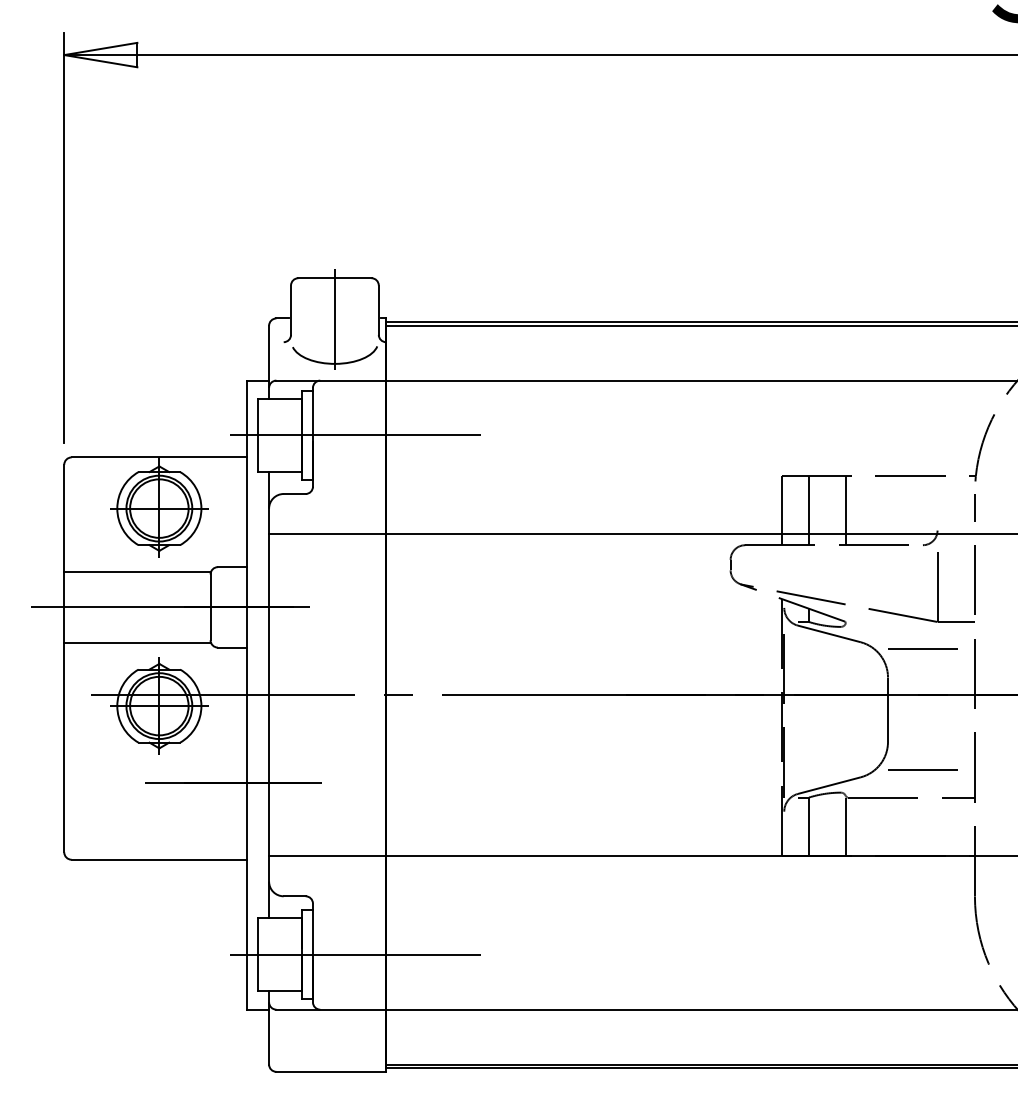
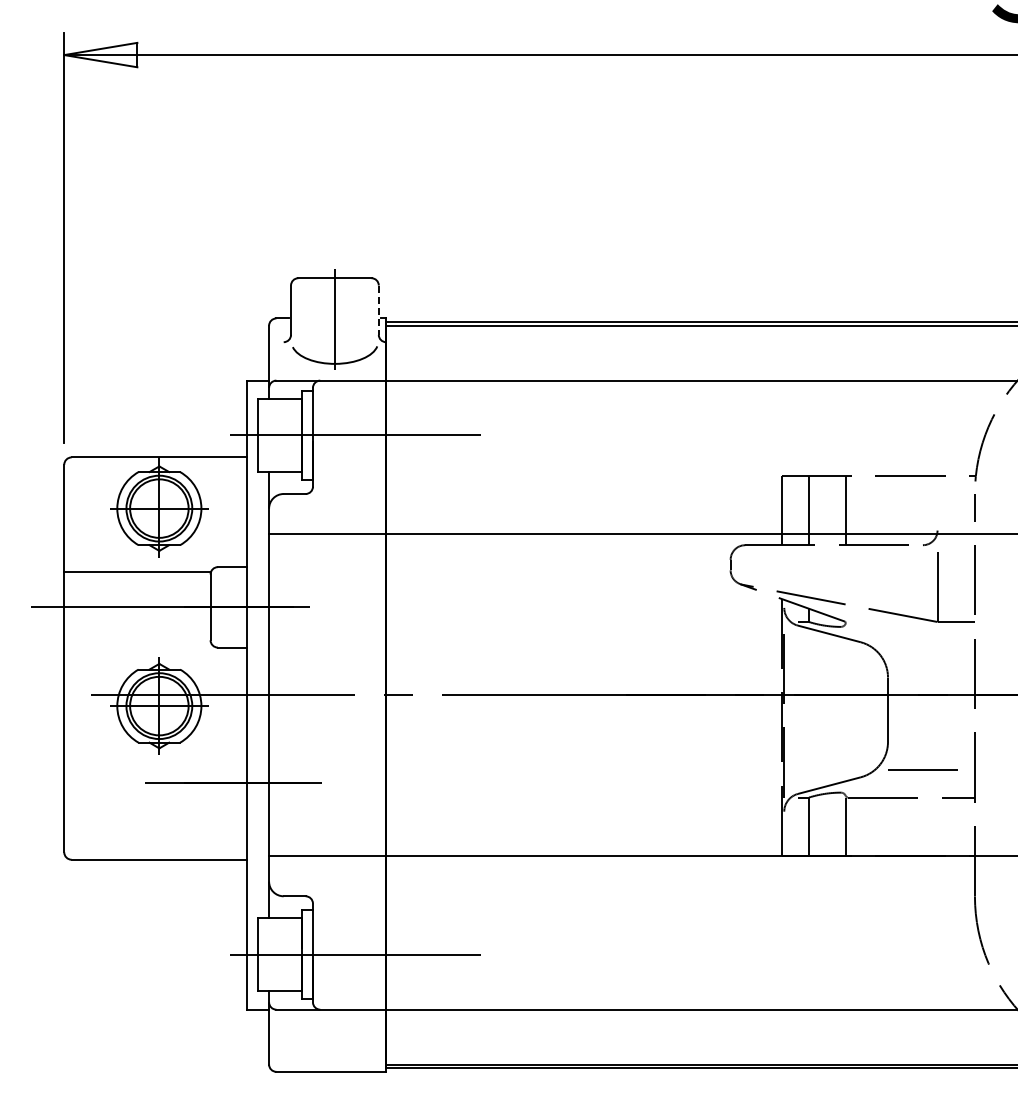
line at (378, 310): solid -> dashed
line at (137, 643): present -> none
line at (922, 648): present -> none
